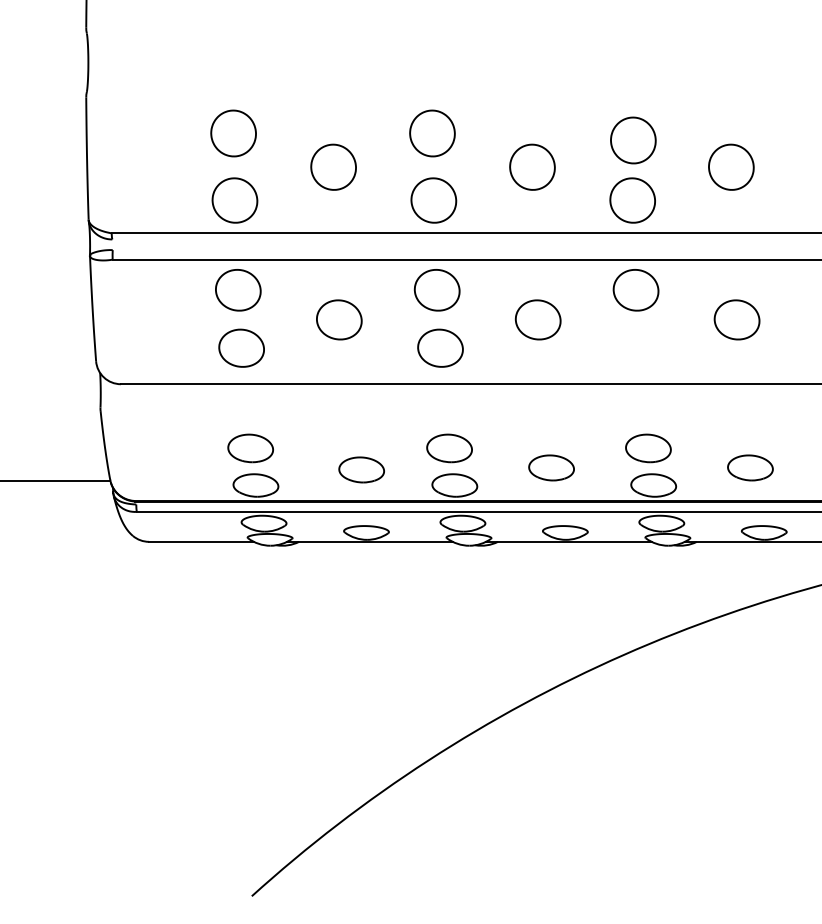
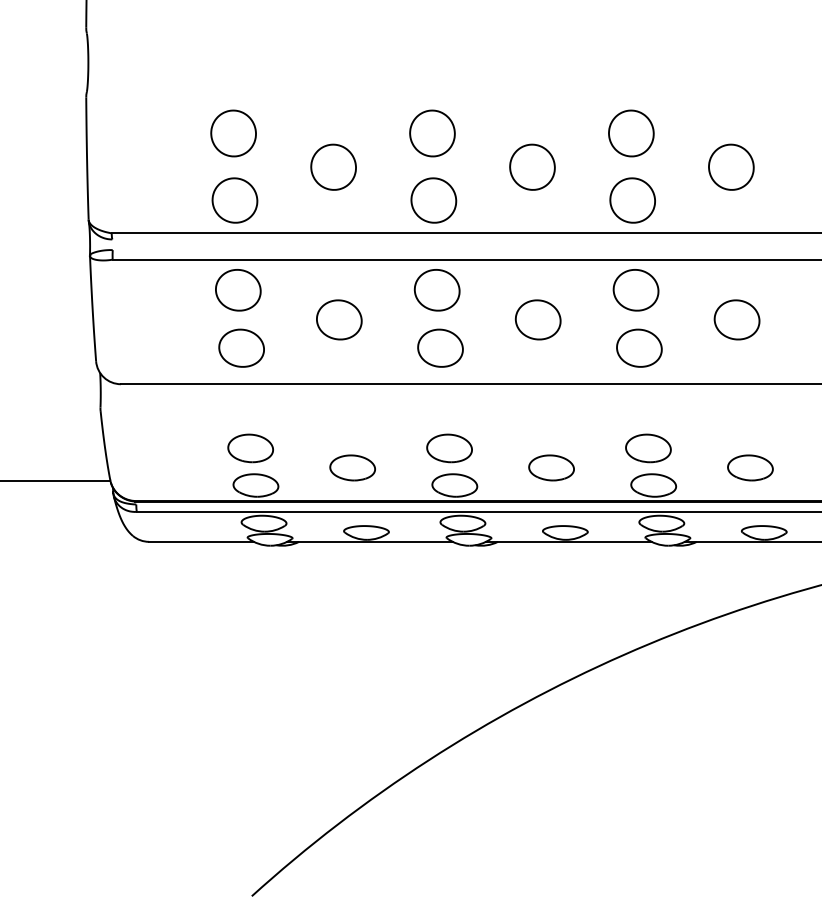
part at (633, 140) position: (633, 140) -> (631, 133)
part at (639, 347): none -> present
part at (361, 469) position: (361, 469) -> (352, 467)
